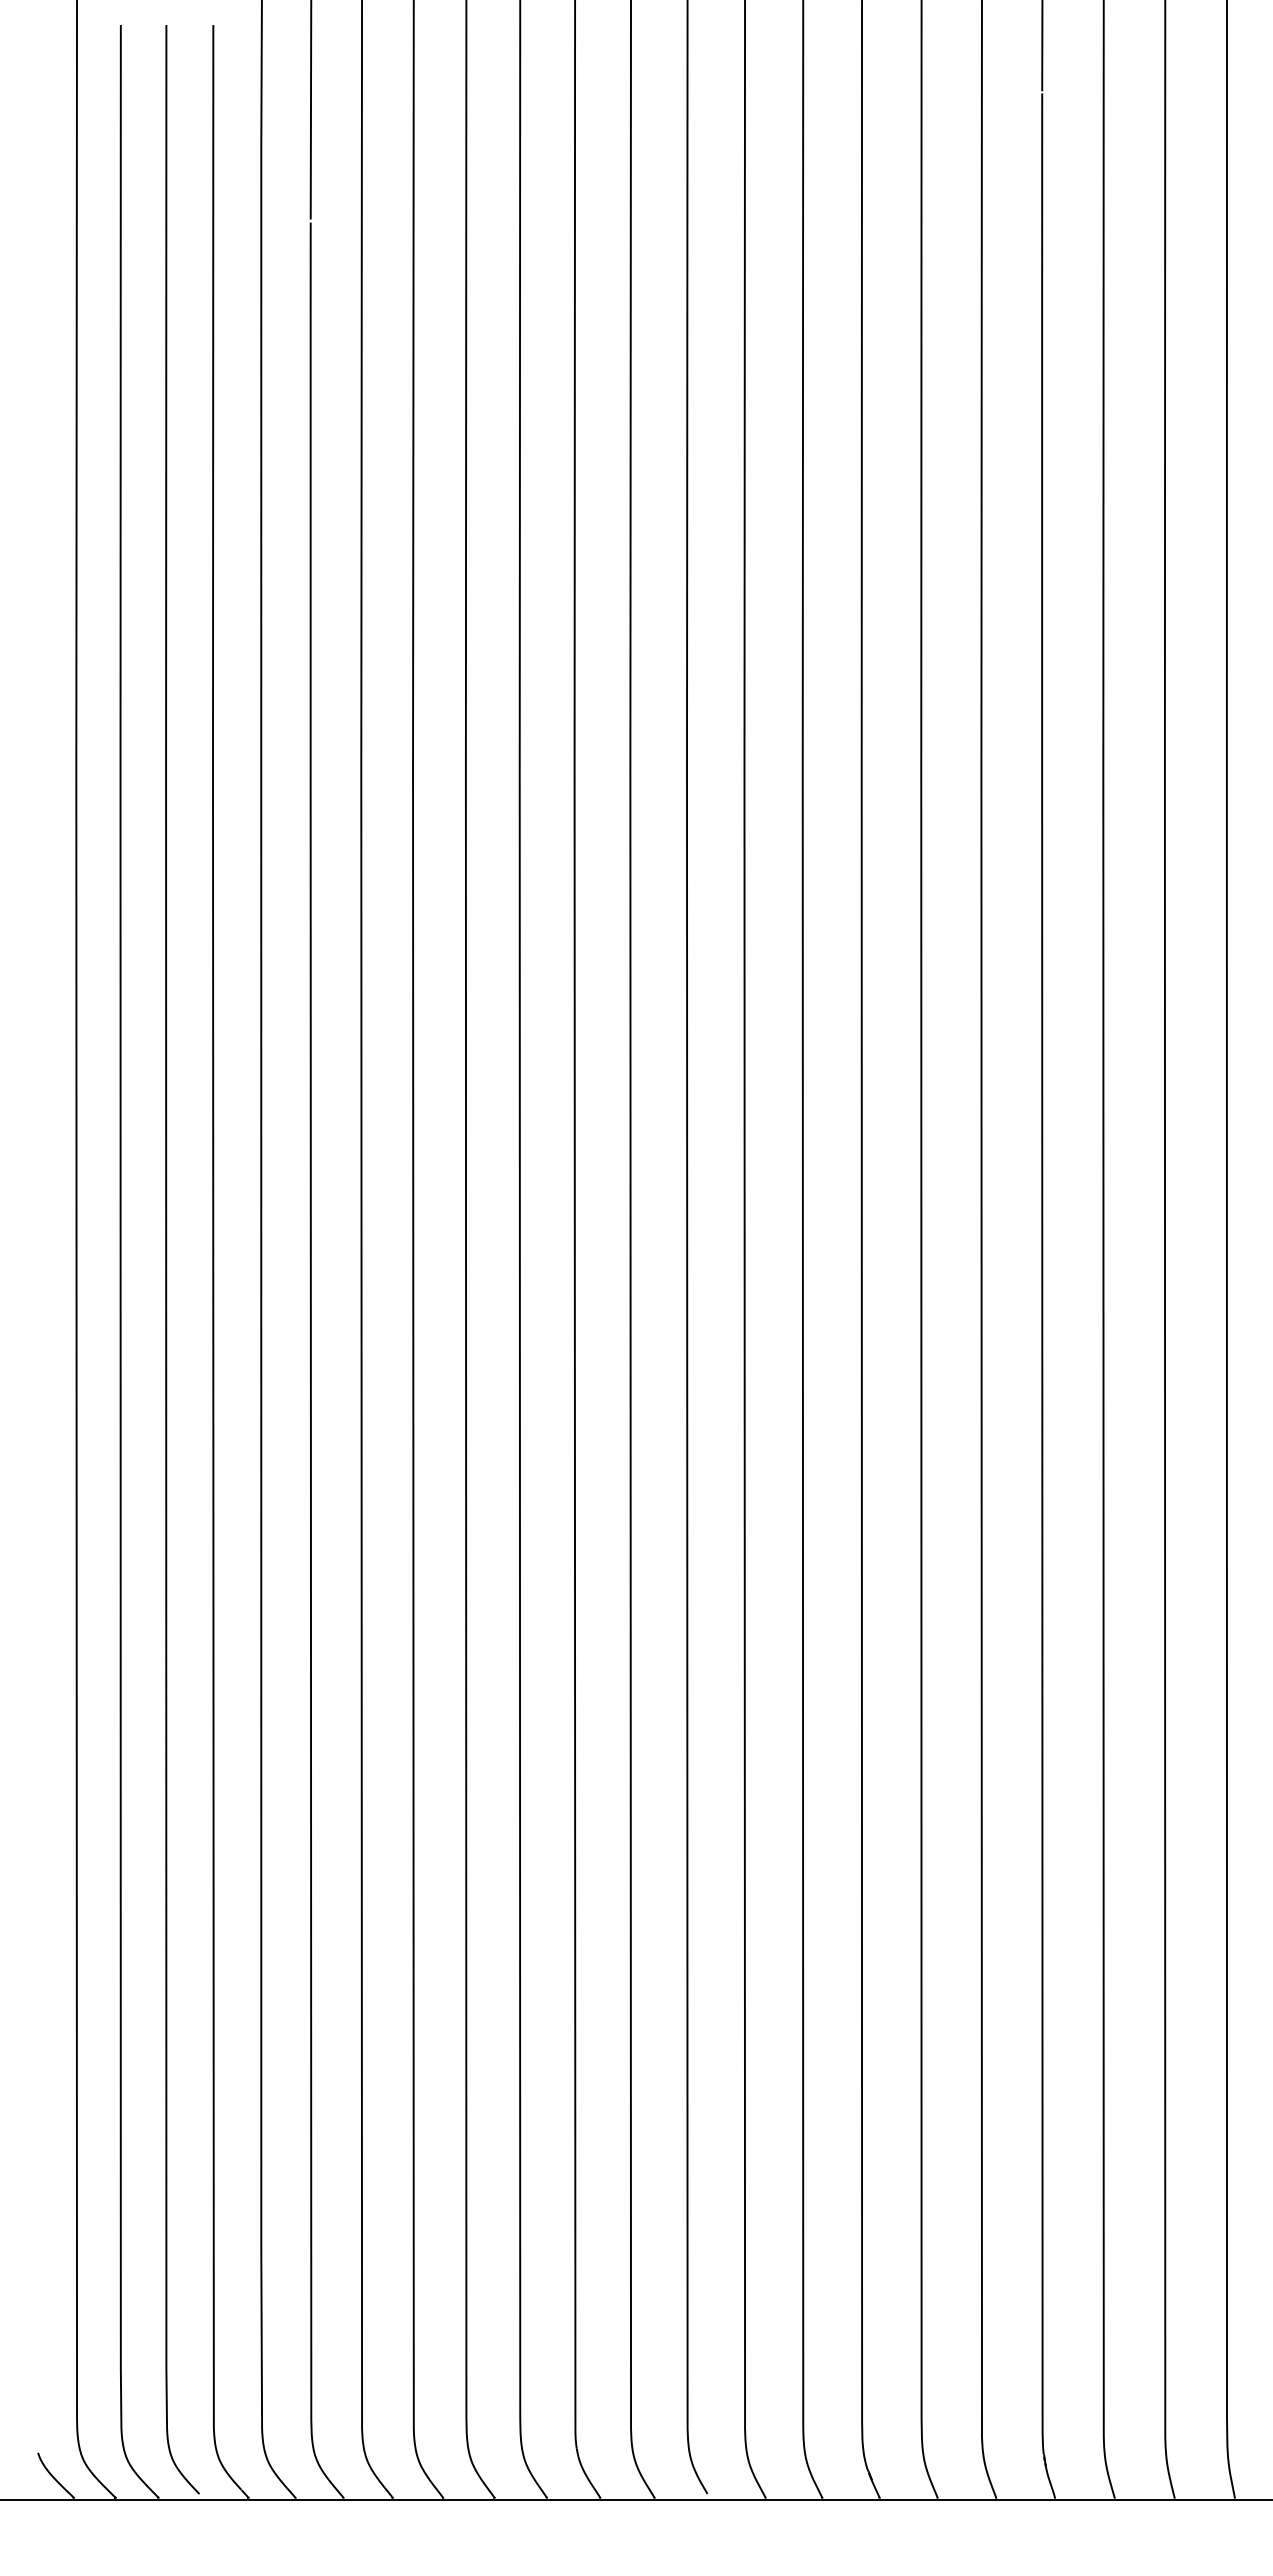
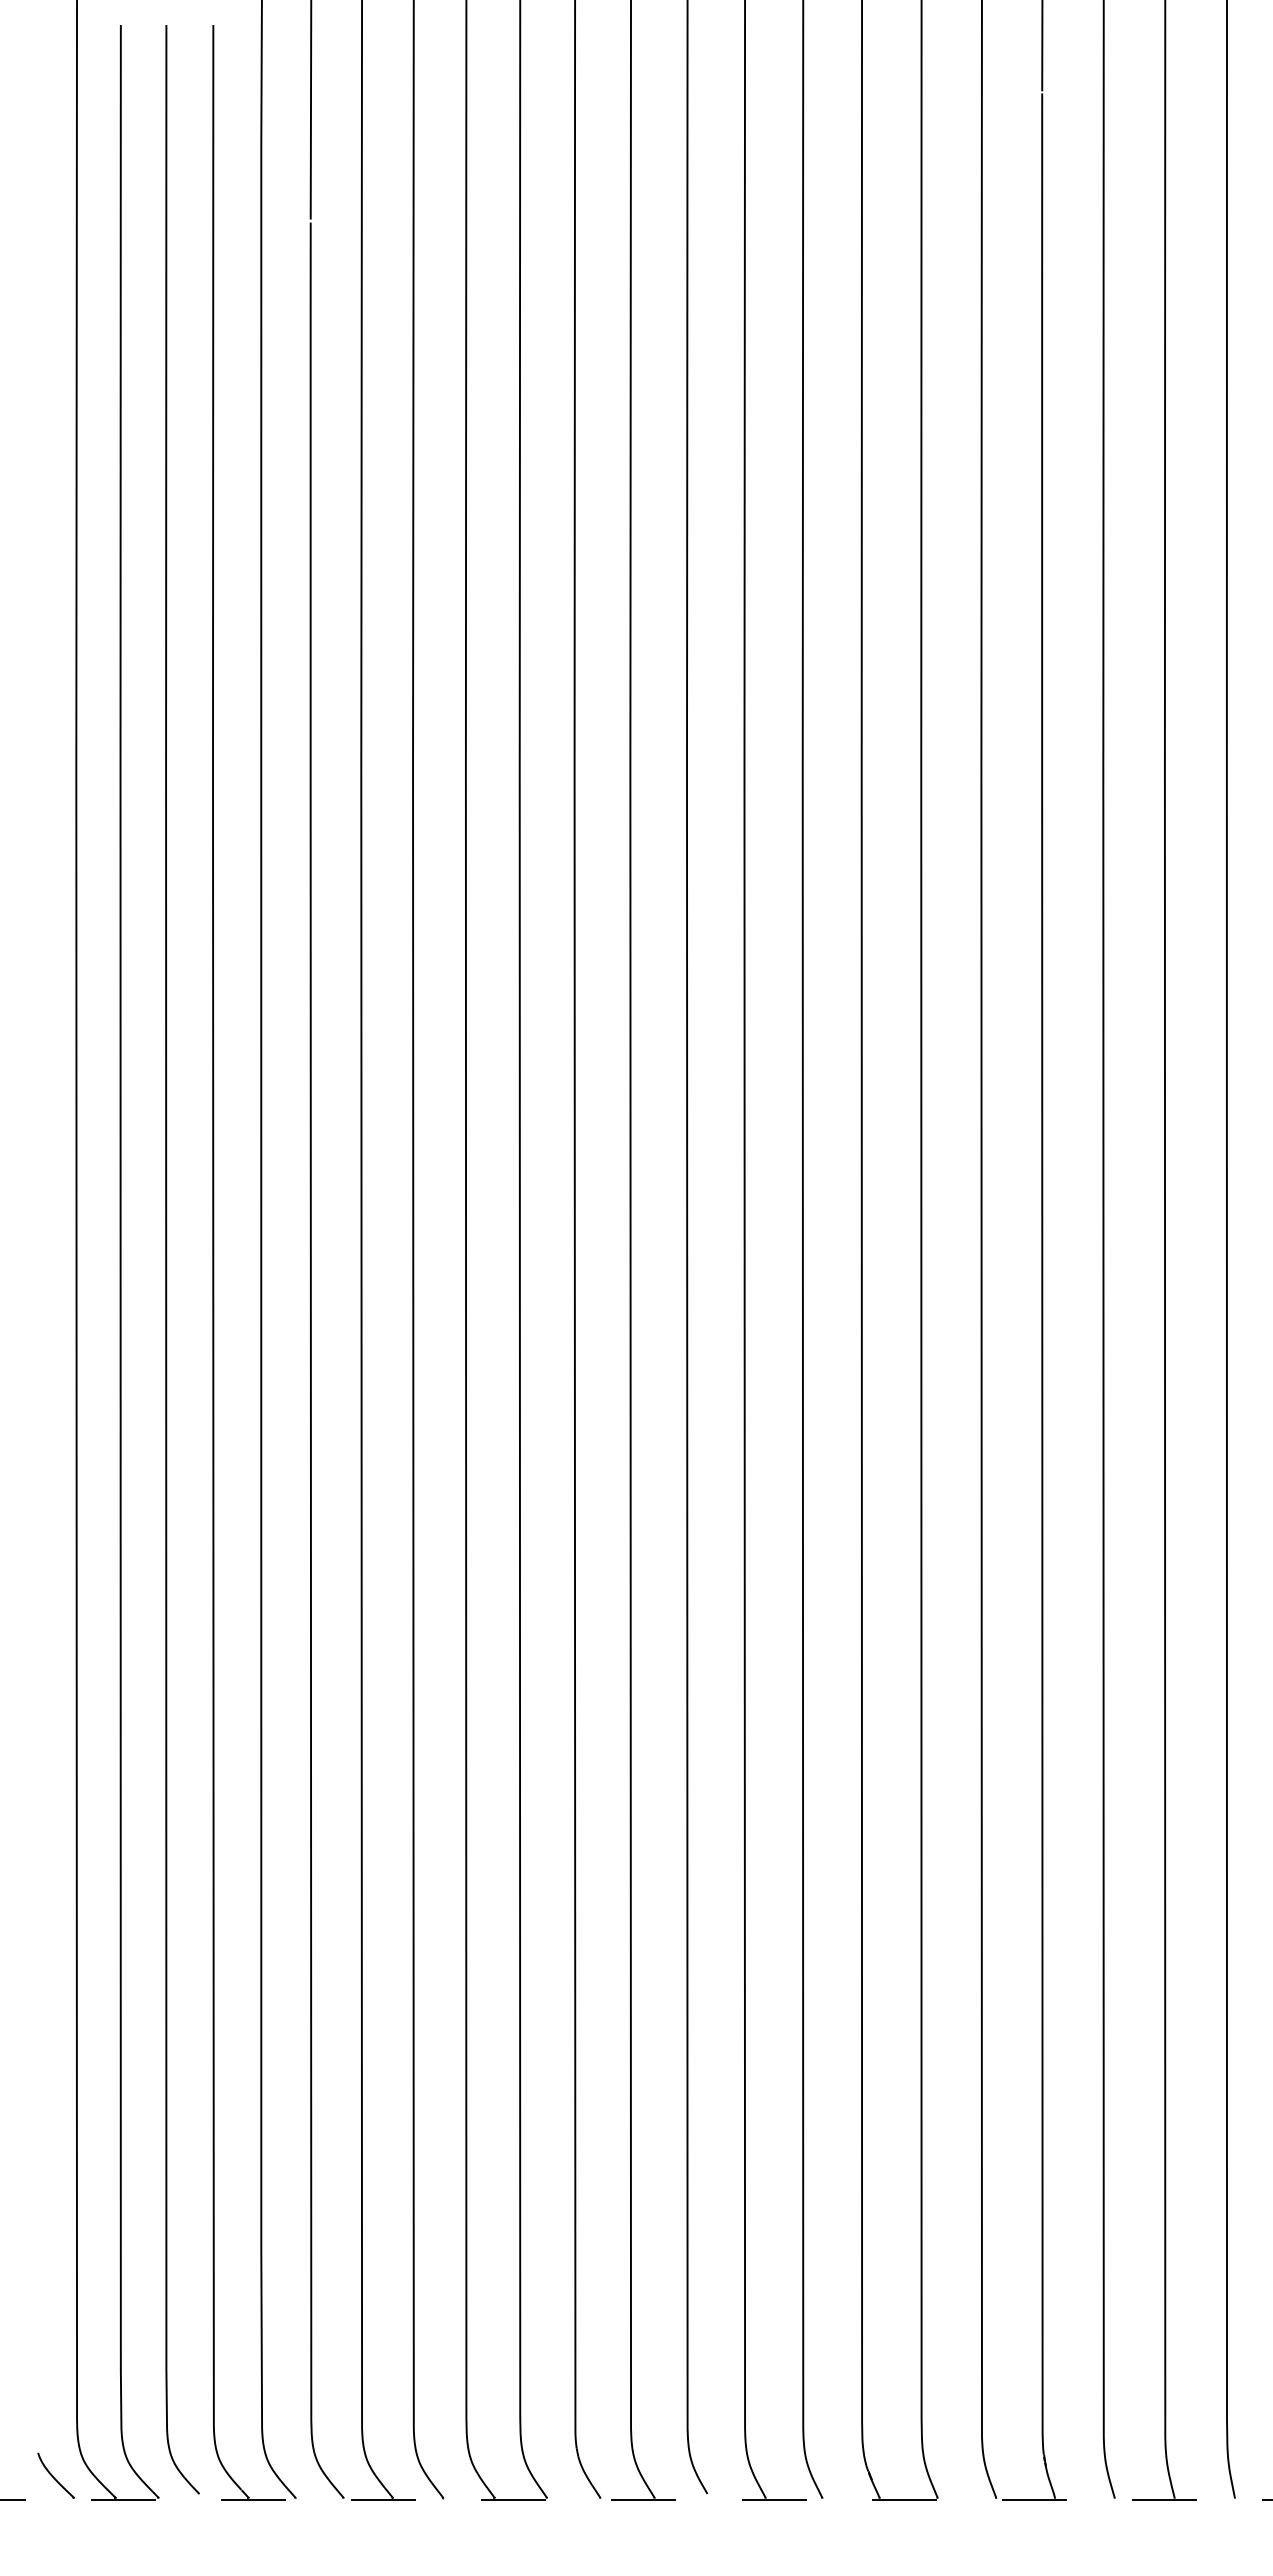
line at (636, 2499): solid -> dashed
